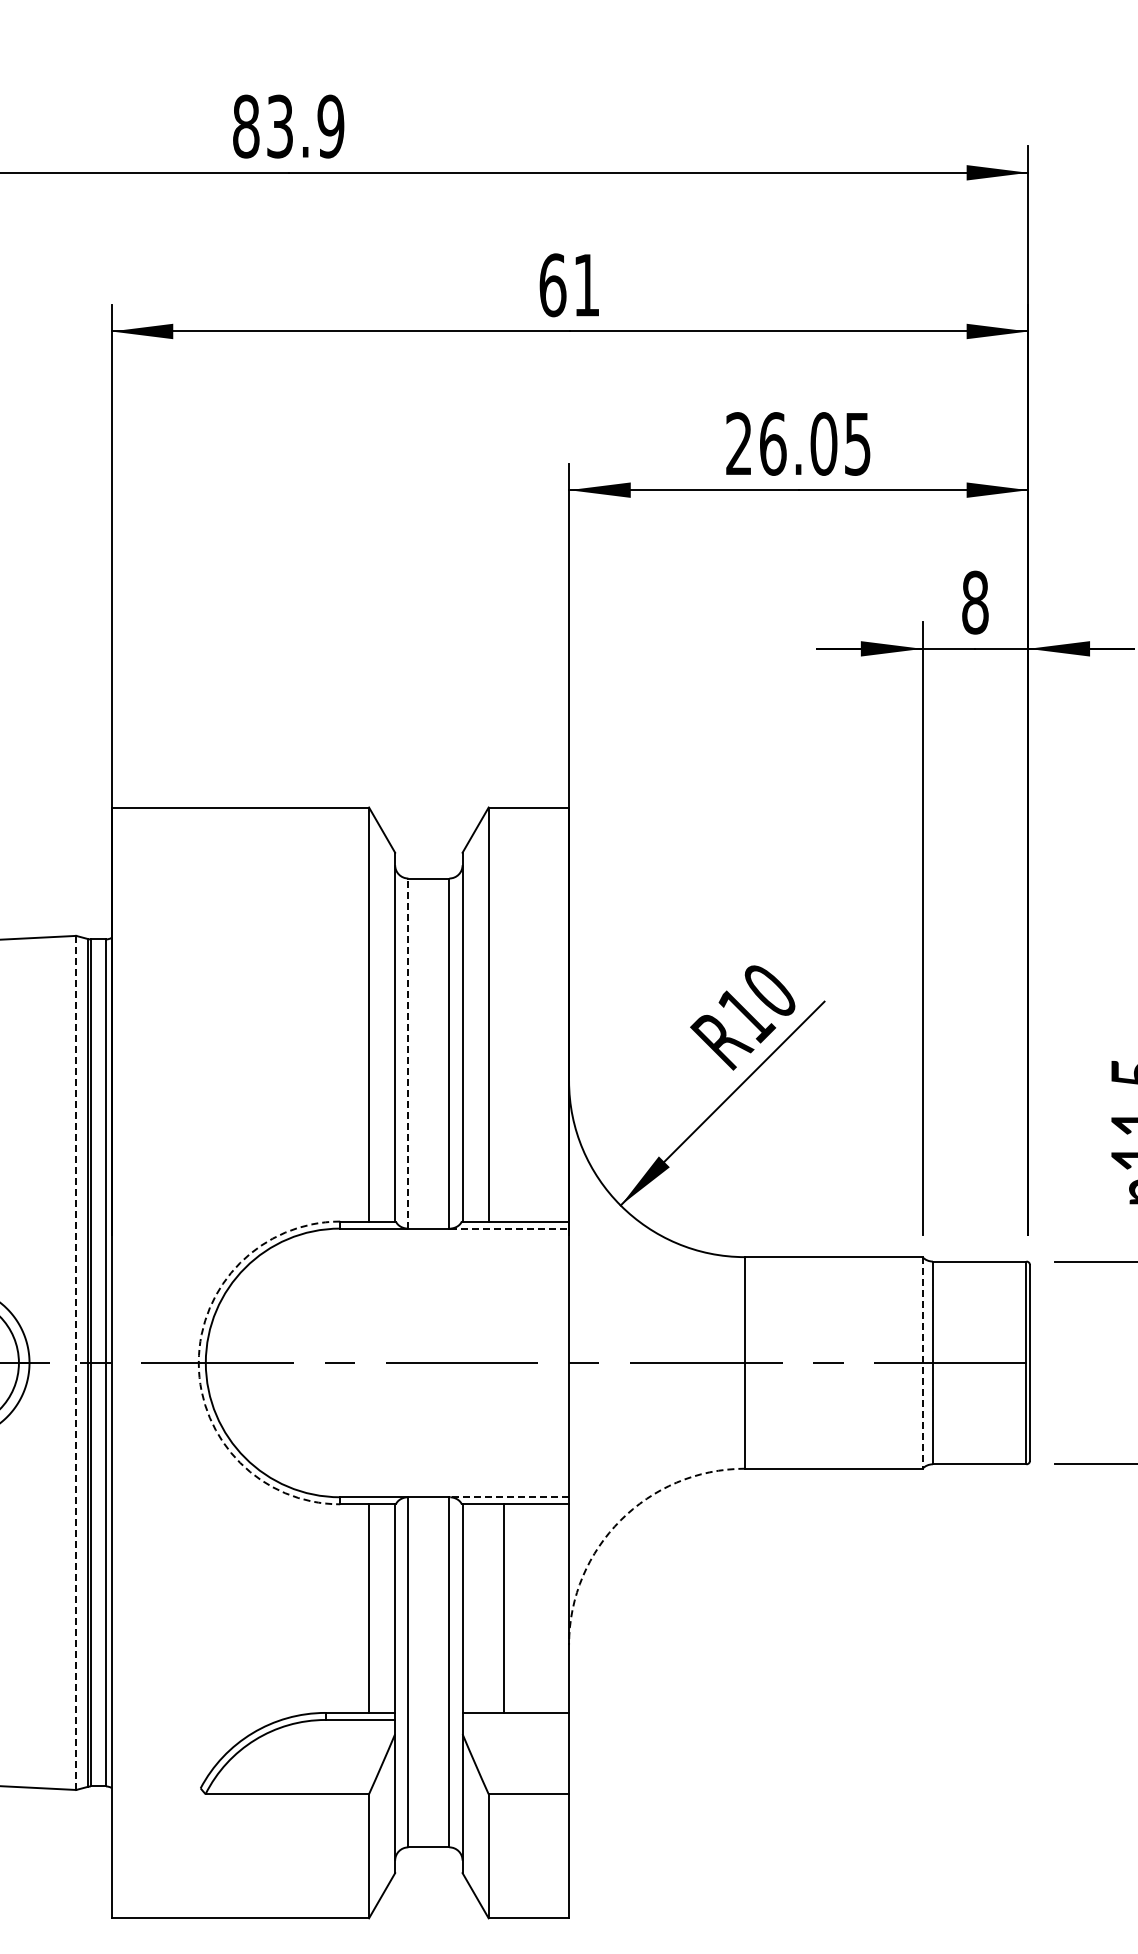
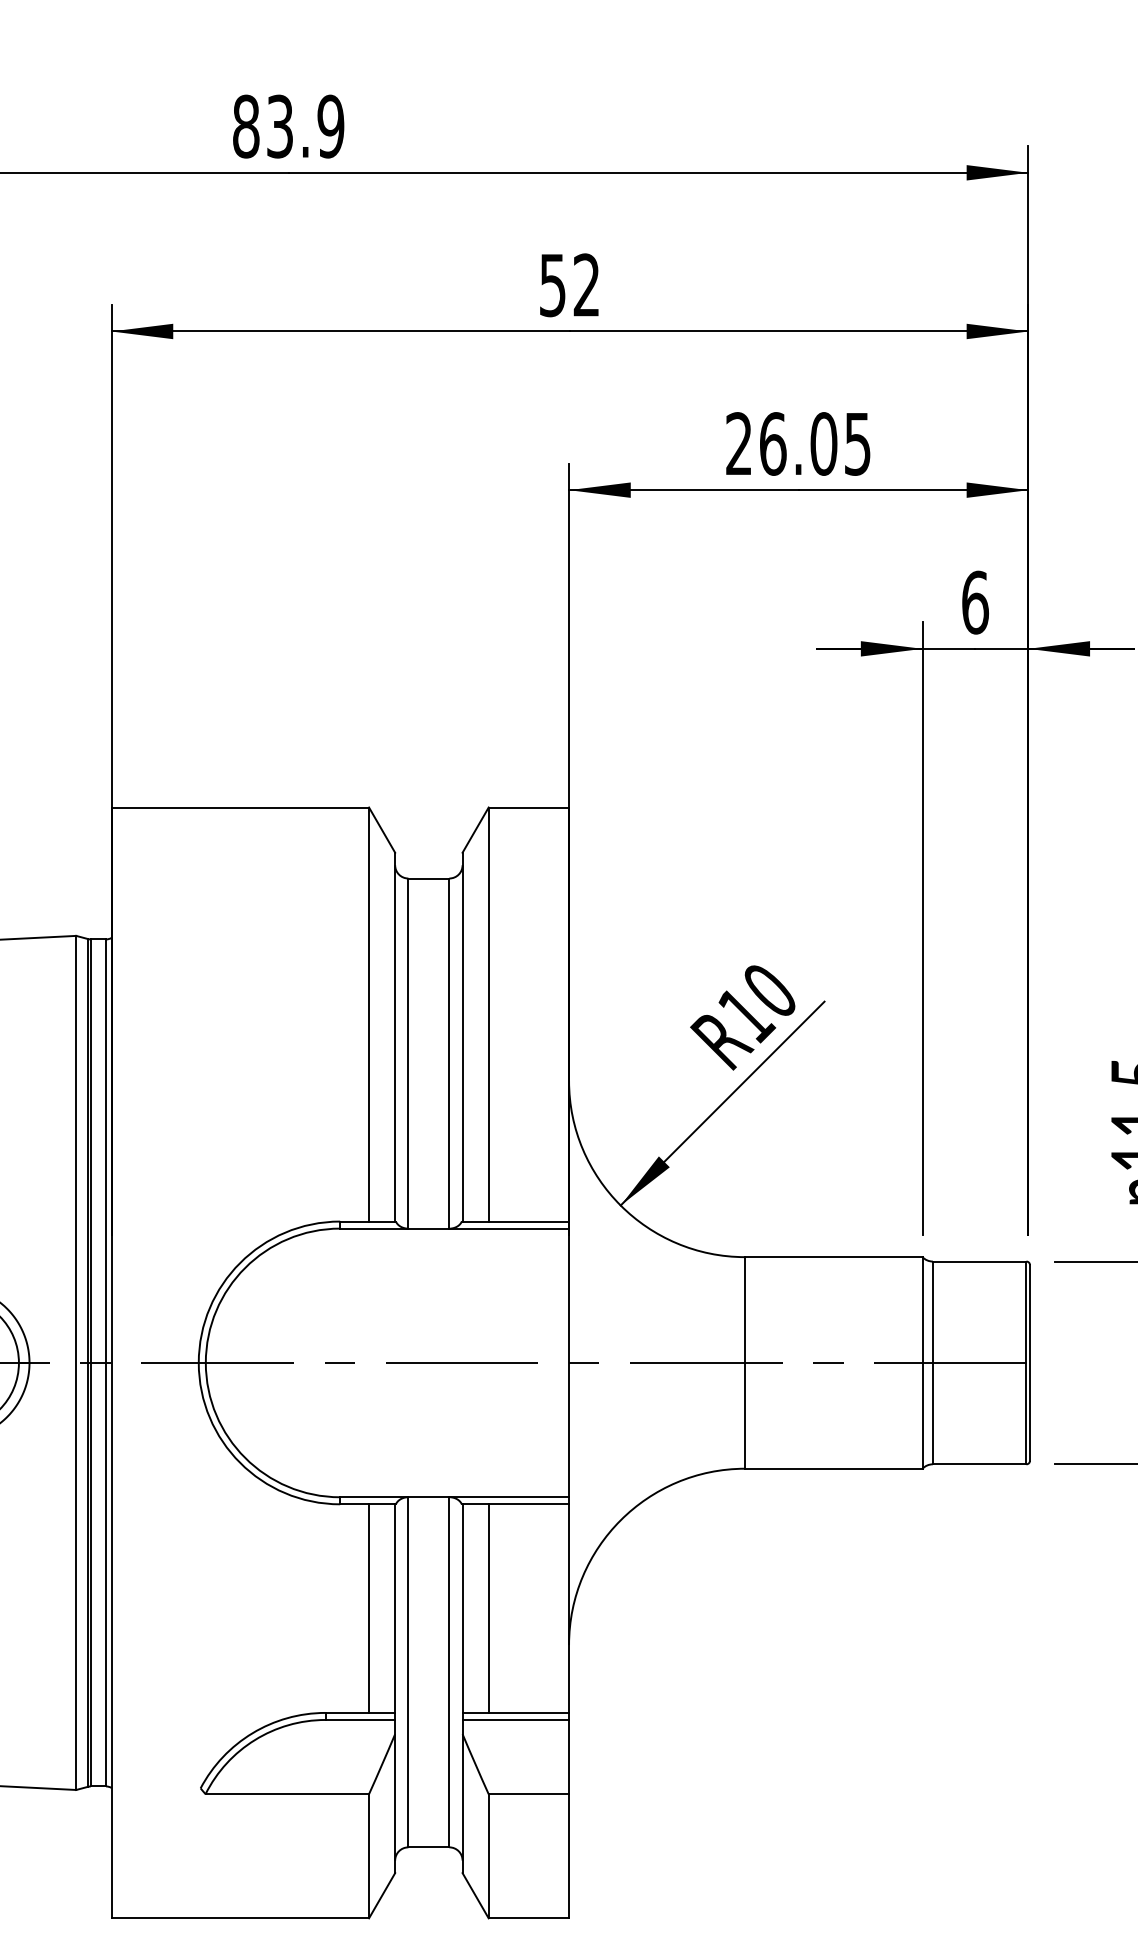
text at (568, 285): 61 -> 52
text at (975, 602): 8 -> 6
line at (408, 1053): dashed -> solid
line at (510, 1228): dashed -> solid
arc at (198, 1362): dashed -> solid
line at (922, 1362): dashed -> solid
line at (76, 1363): dashed -> solid
line at (509, 1497): dashed -> solid
arc at (620, 1520): dashed -> solid
line at (503, 1608) position: (503, 1608) -> (488, 1608)
line at (515, 1719): none -> present
